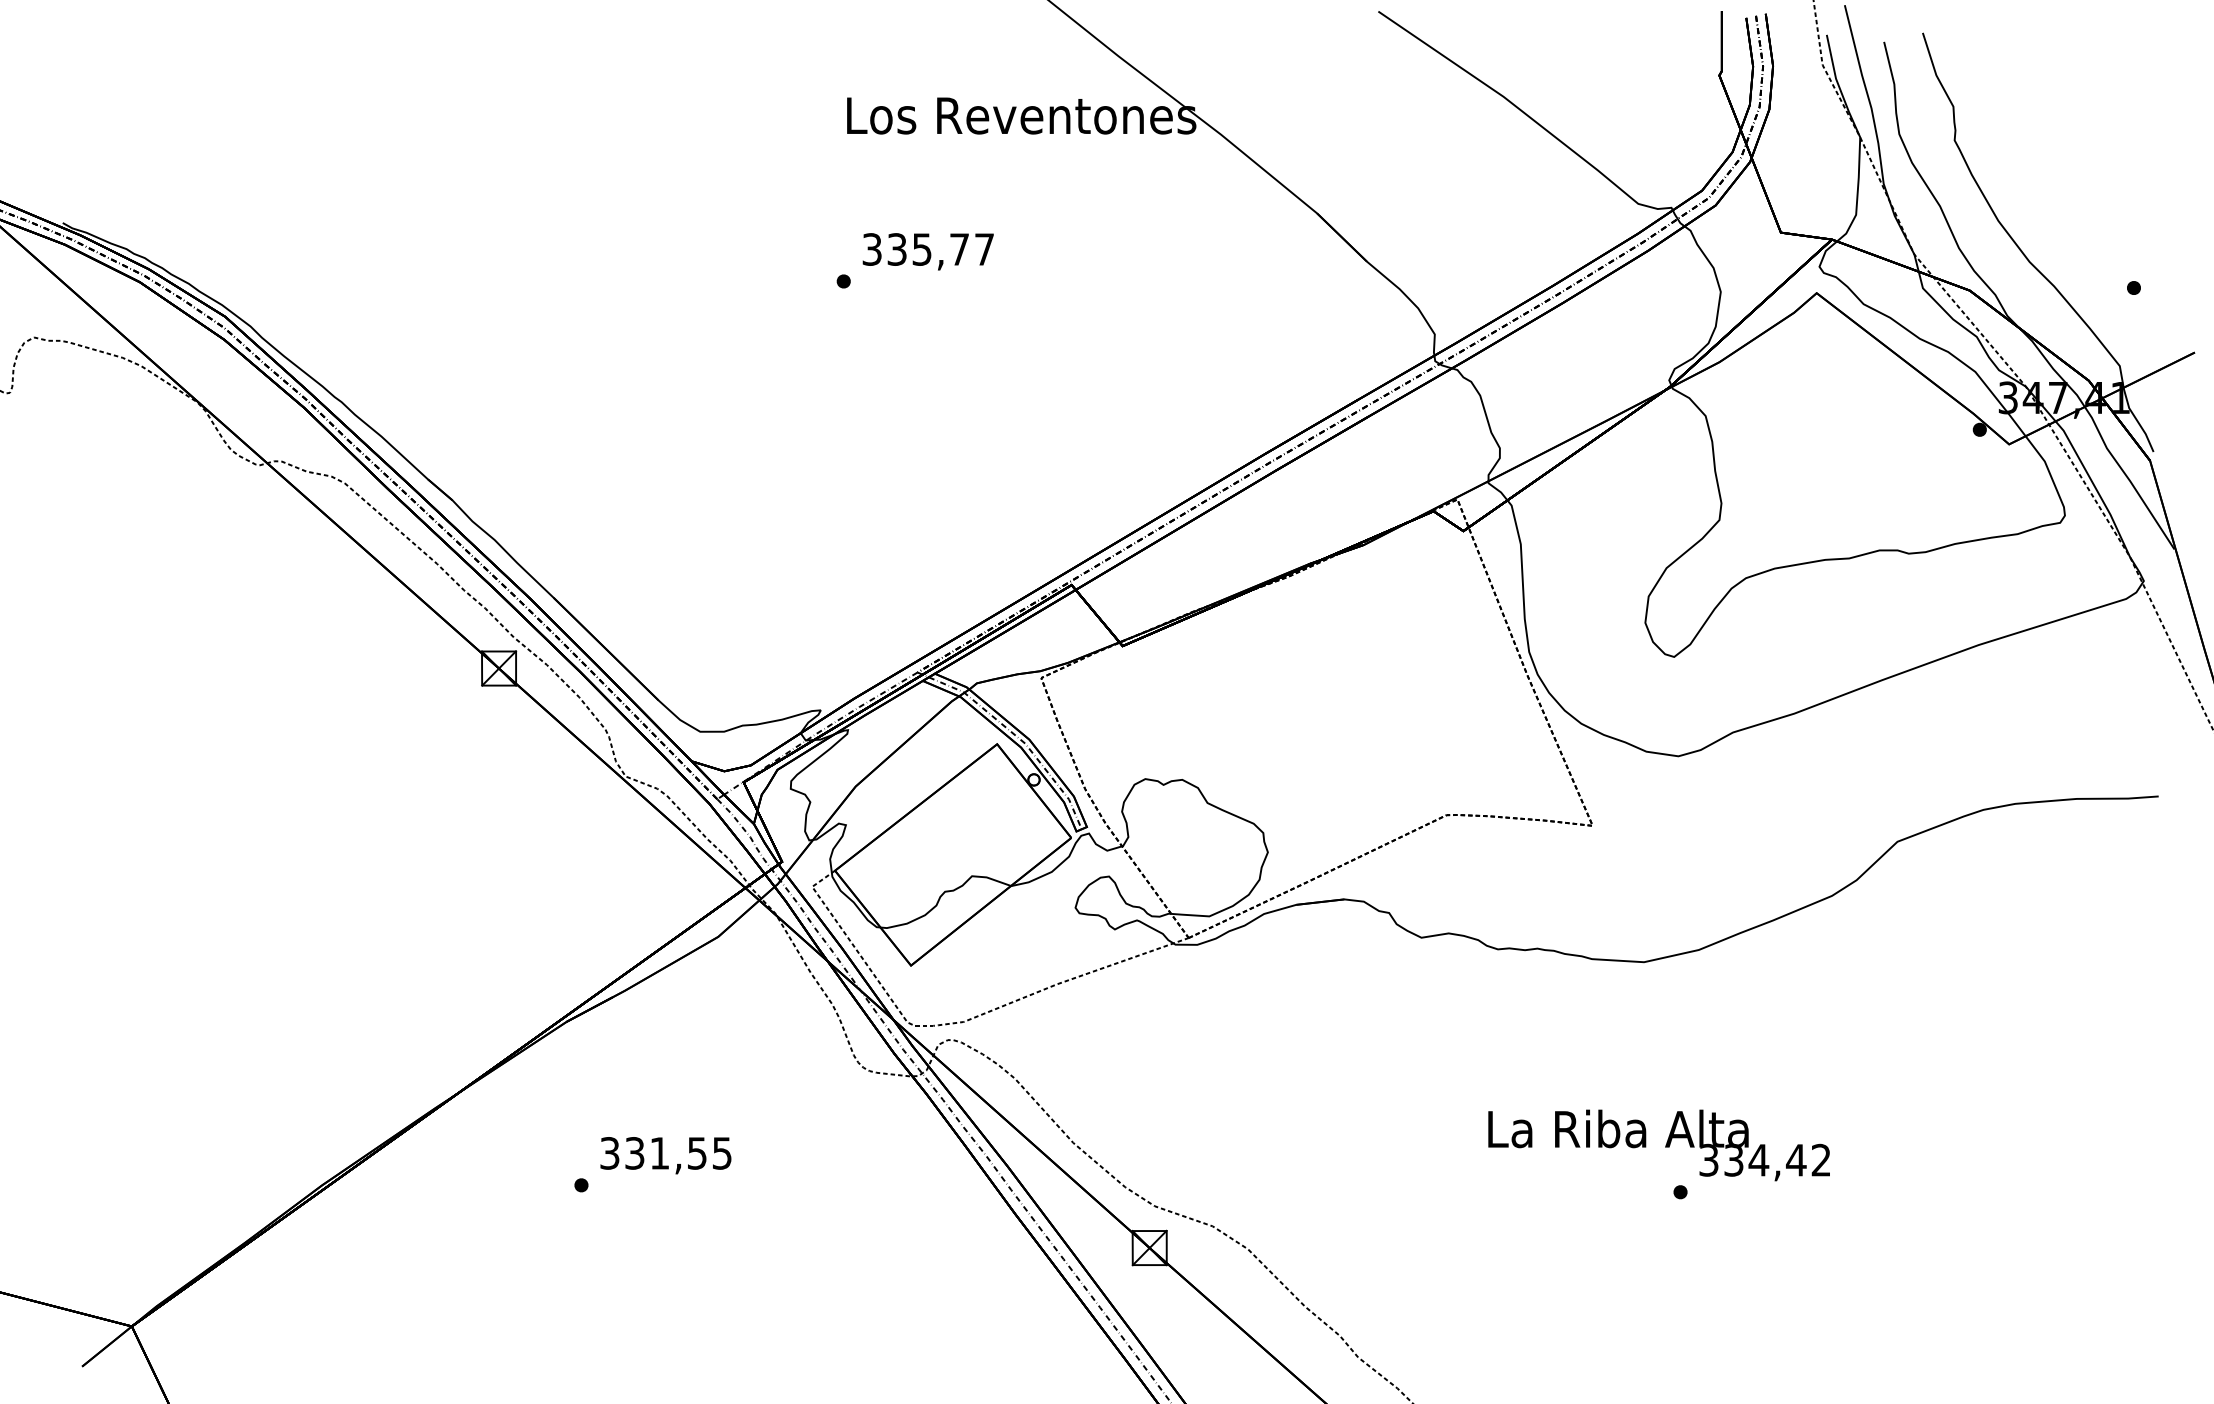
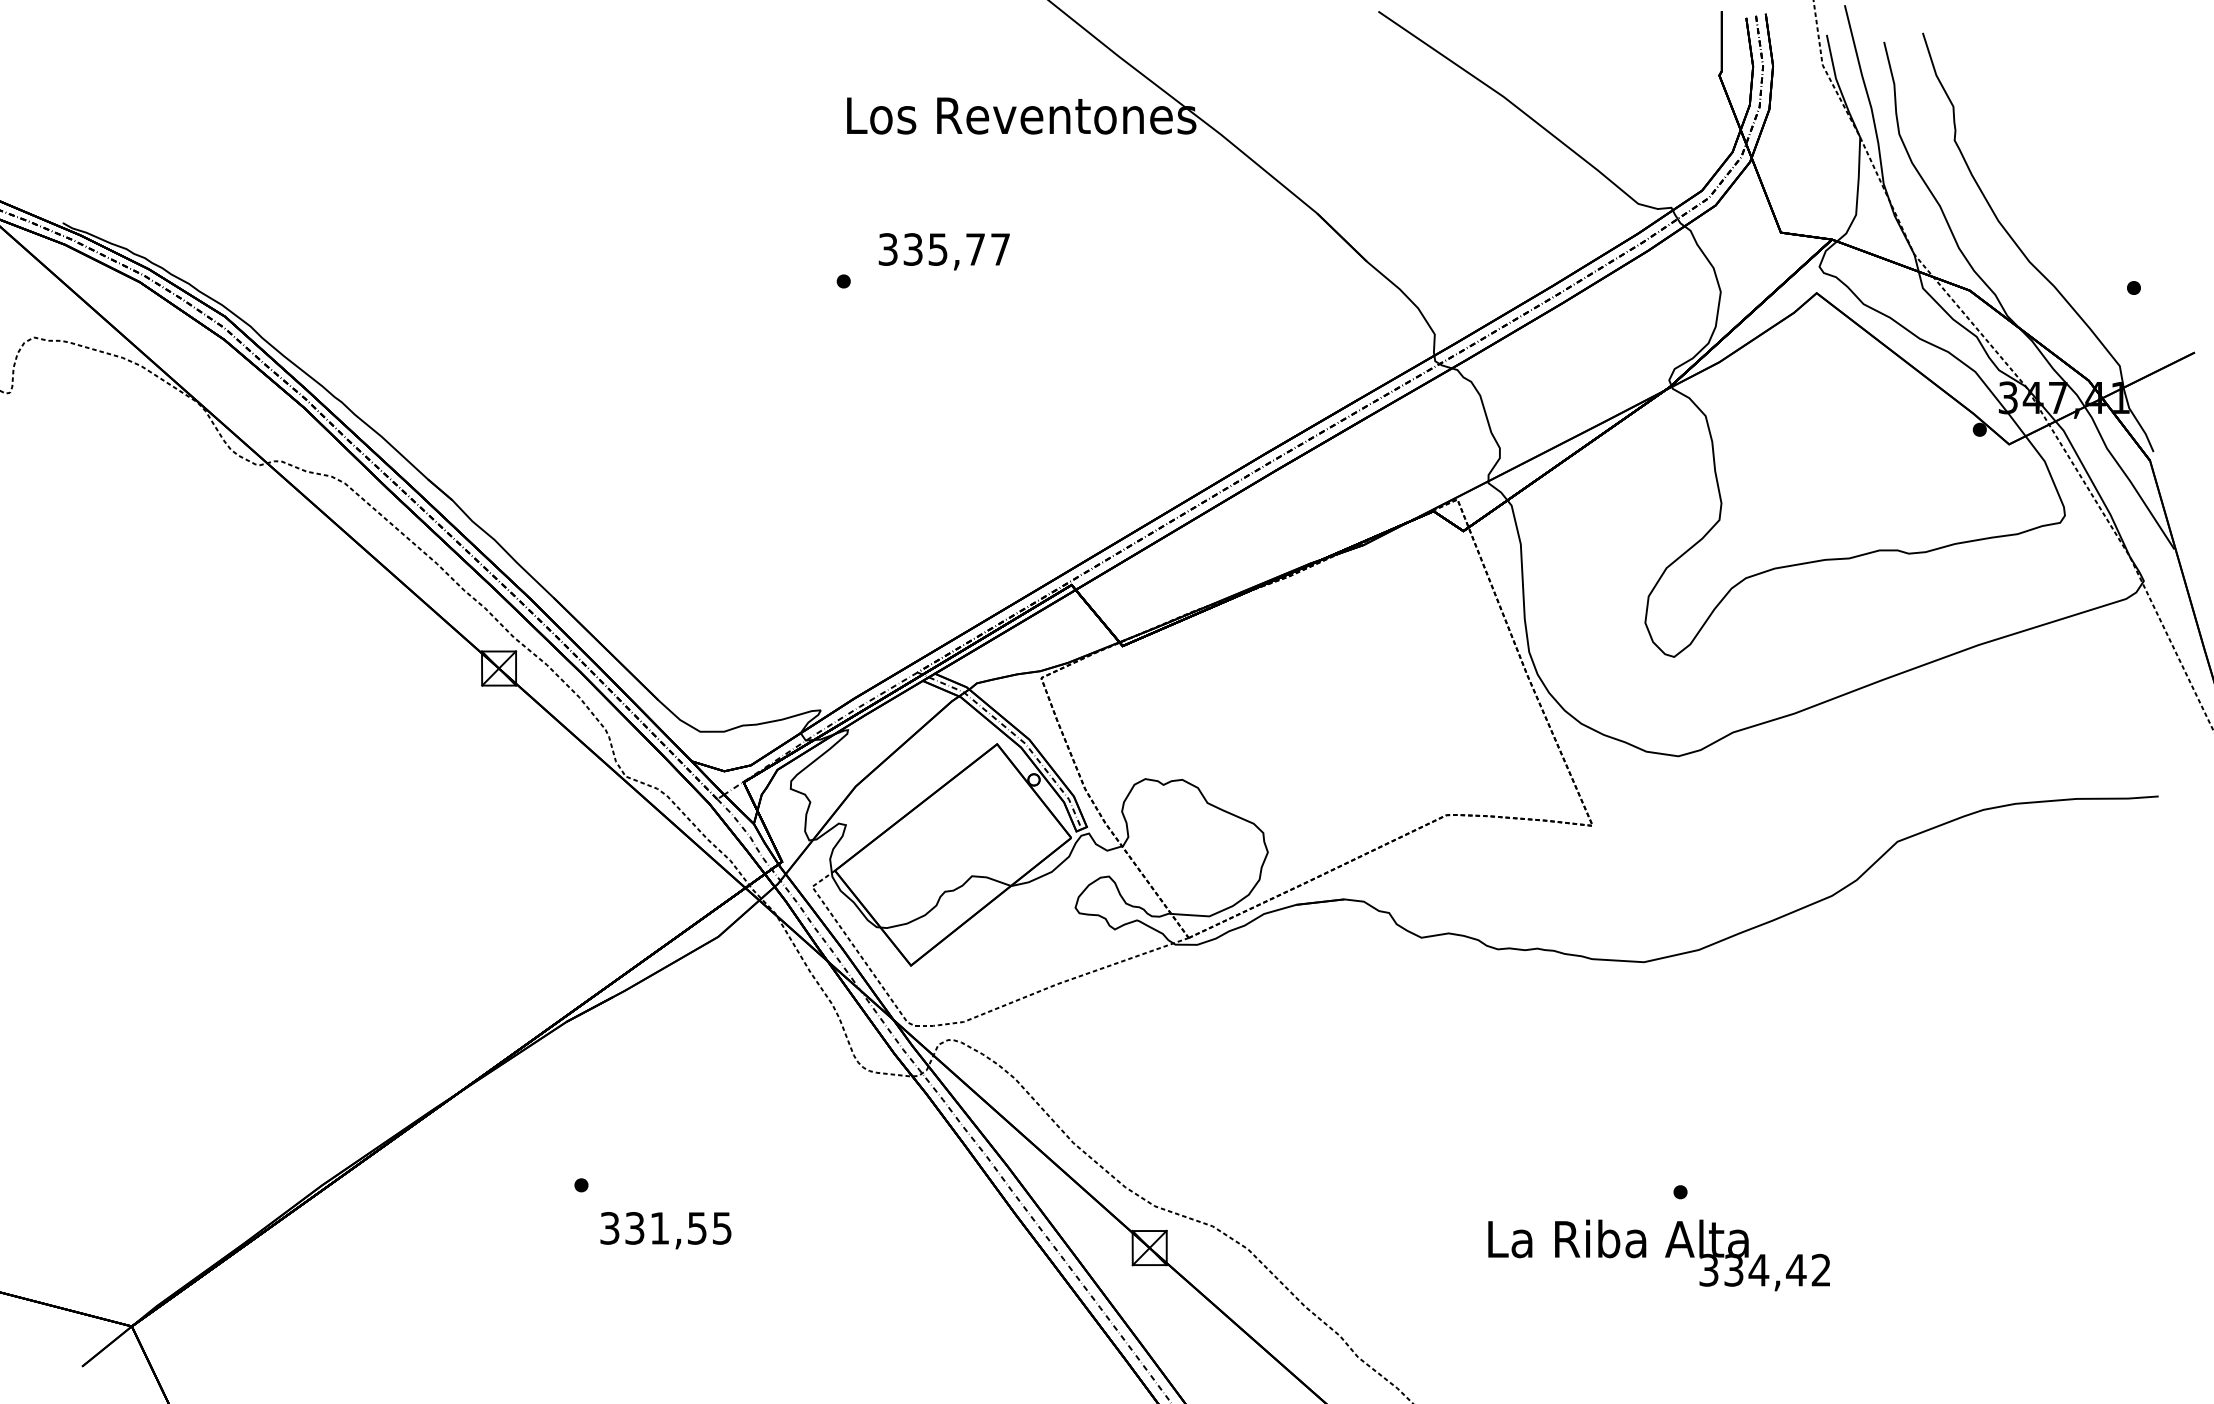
text at (927, 251) position: (927, 251) -> (943, 251)
text at (1658, 1145) position: (1658, 1145) -> (1658, 1255)
text at (665, 1155) position: (665, 1155) -> (665, 1230)
